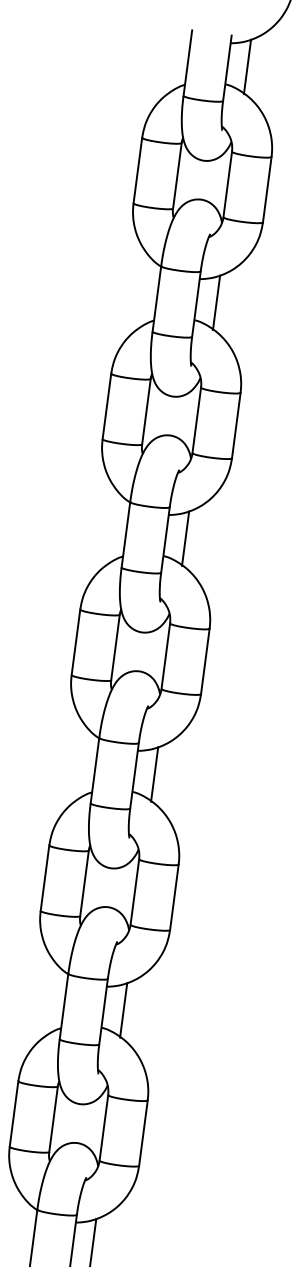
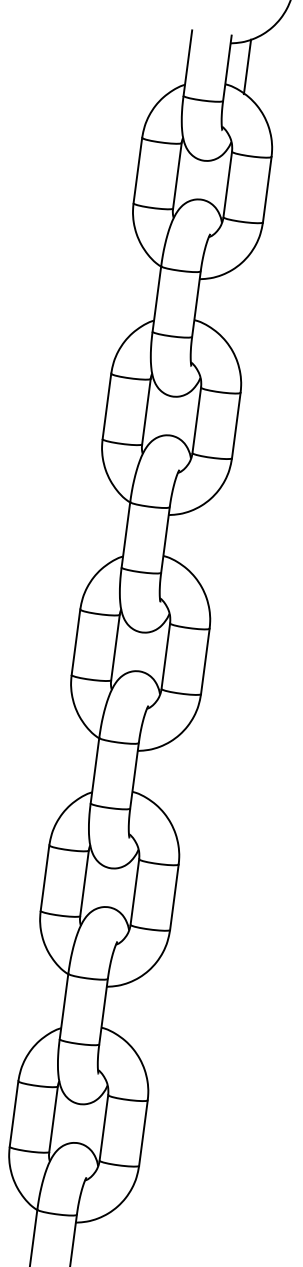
line at (216, 302): present -> none
line at (185, 538): present -> none
line at (154, 774): present -> none
line at (123, 1010): present -> none
line at (93, 1240): present -> none
